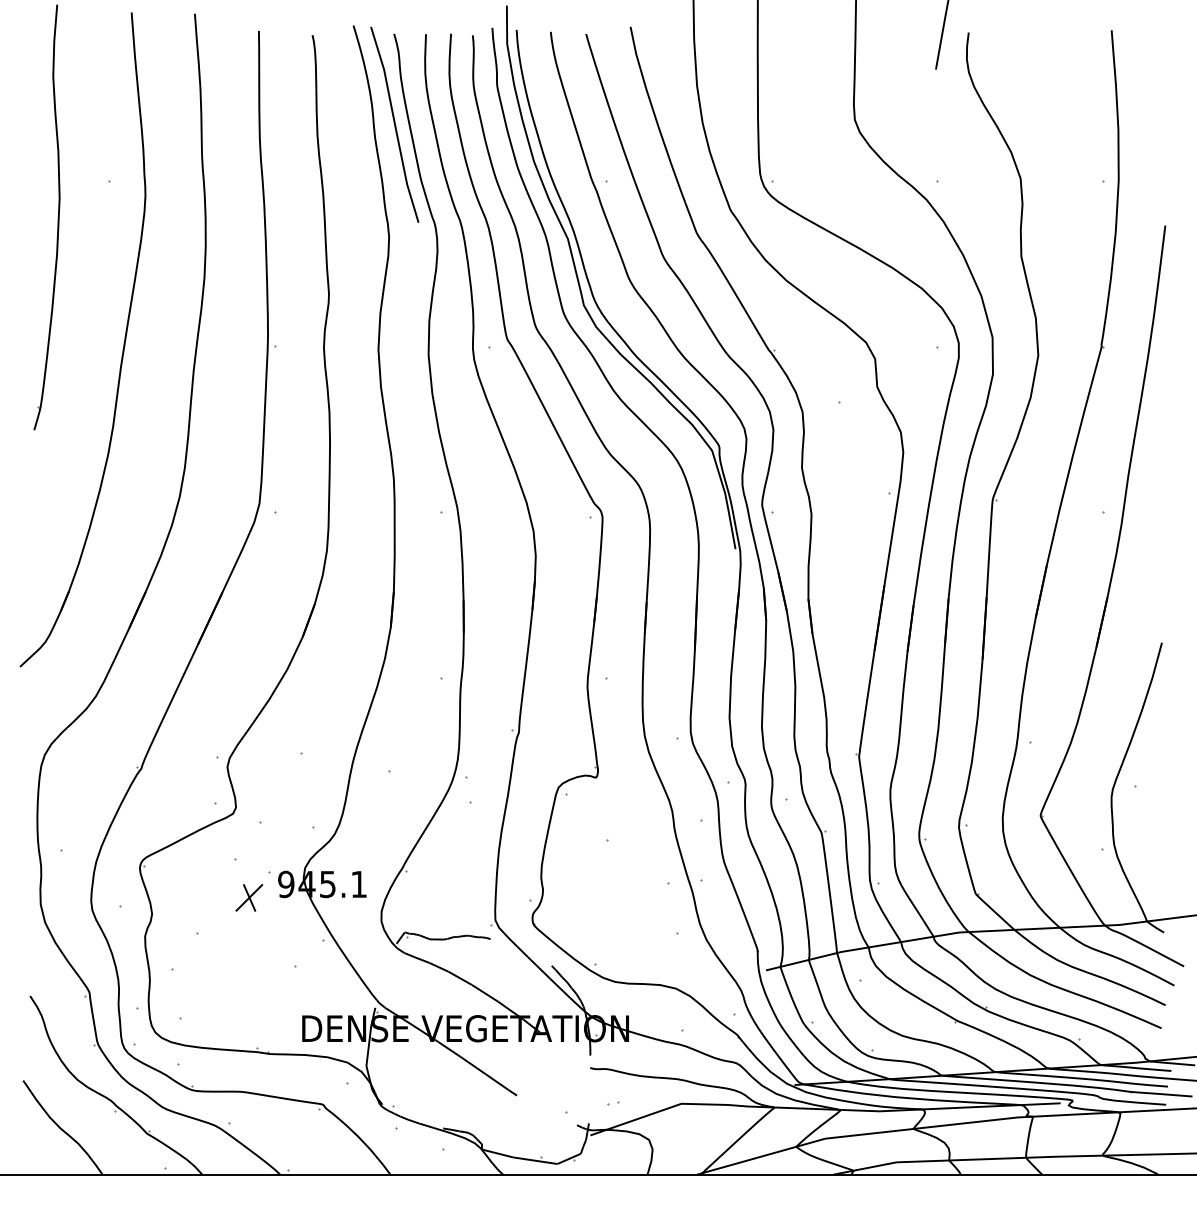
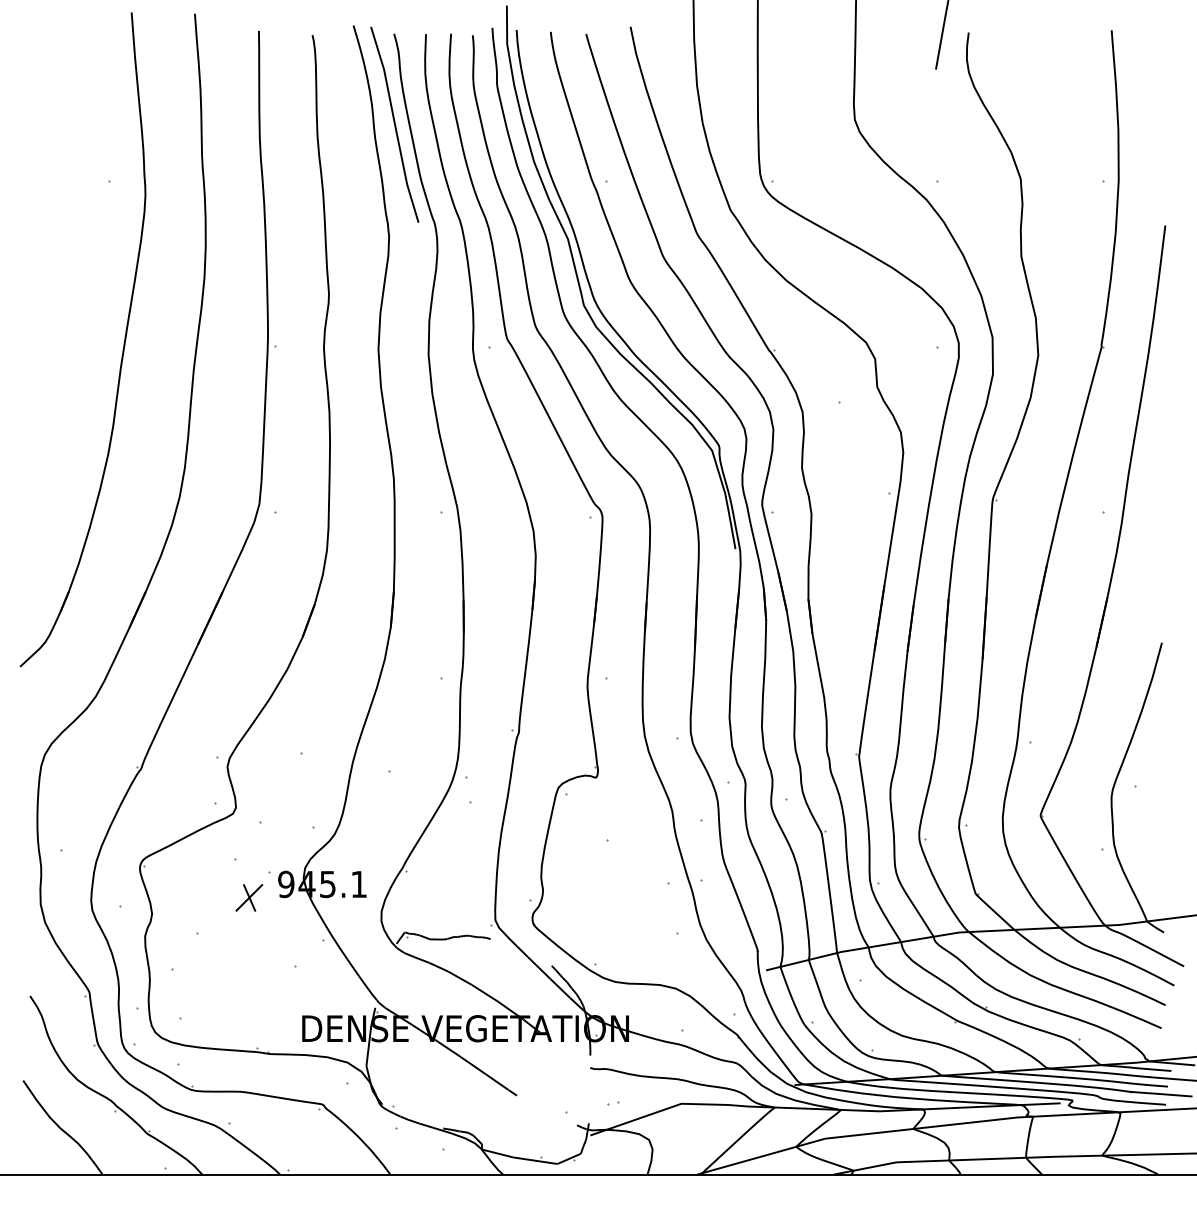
part at (57, 217): present -> none
